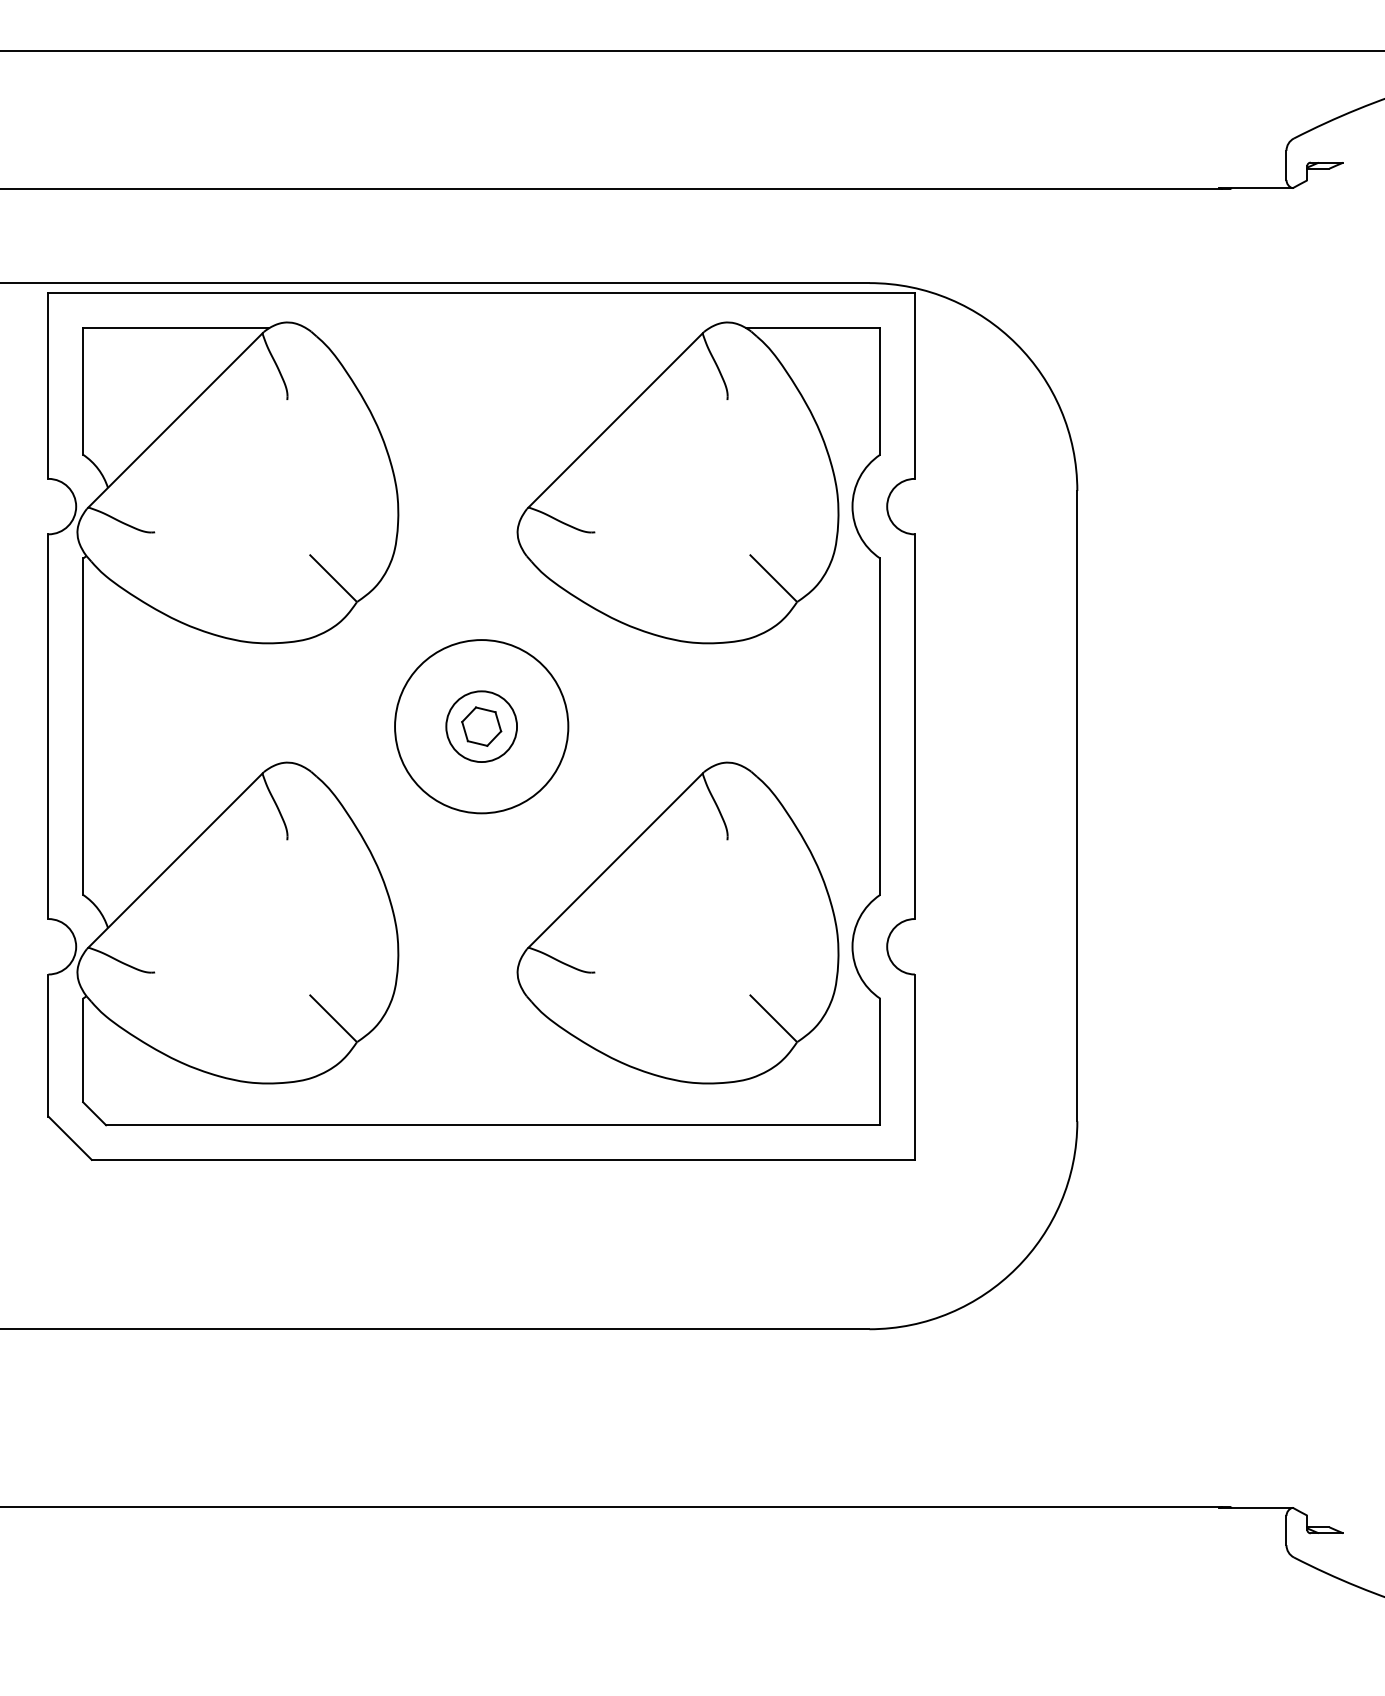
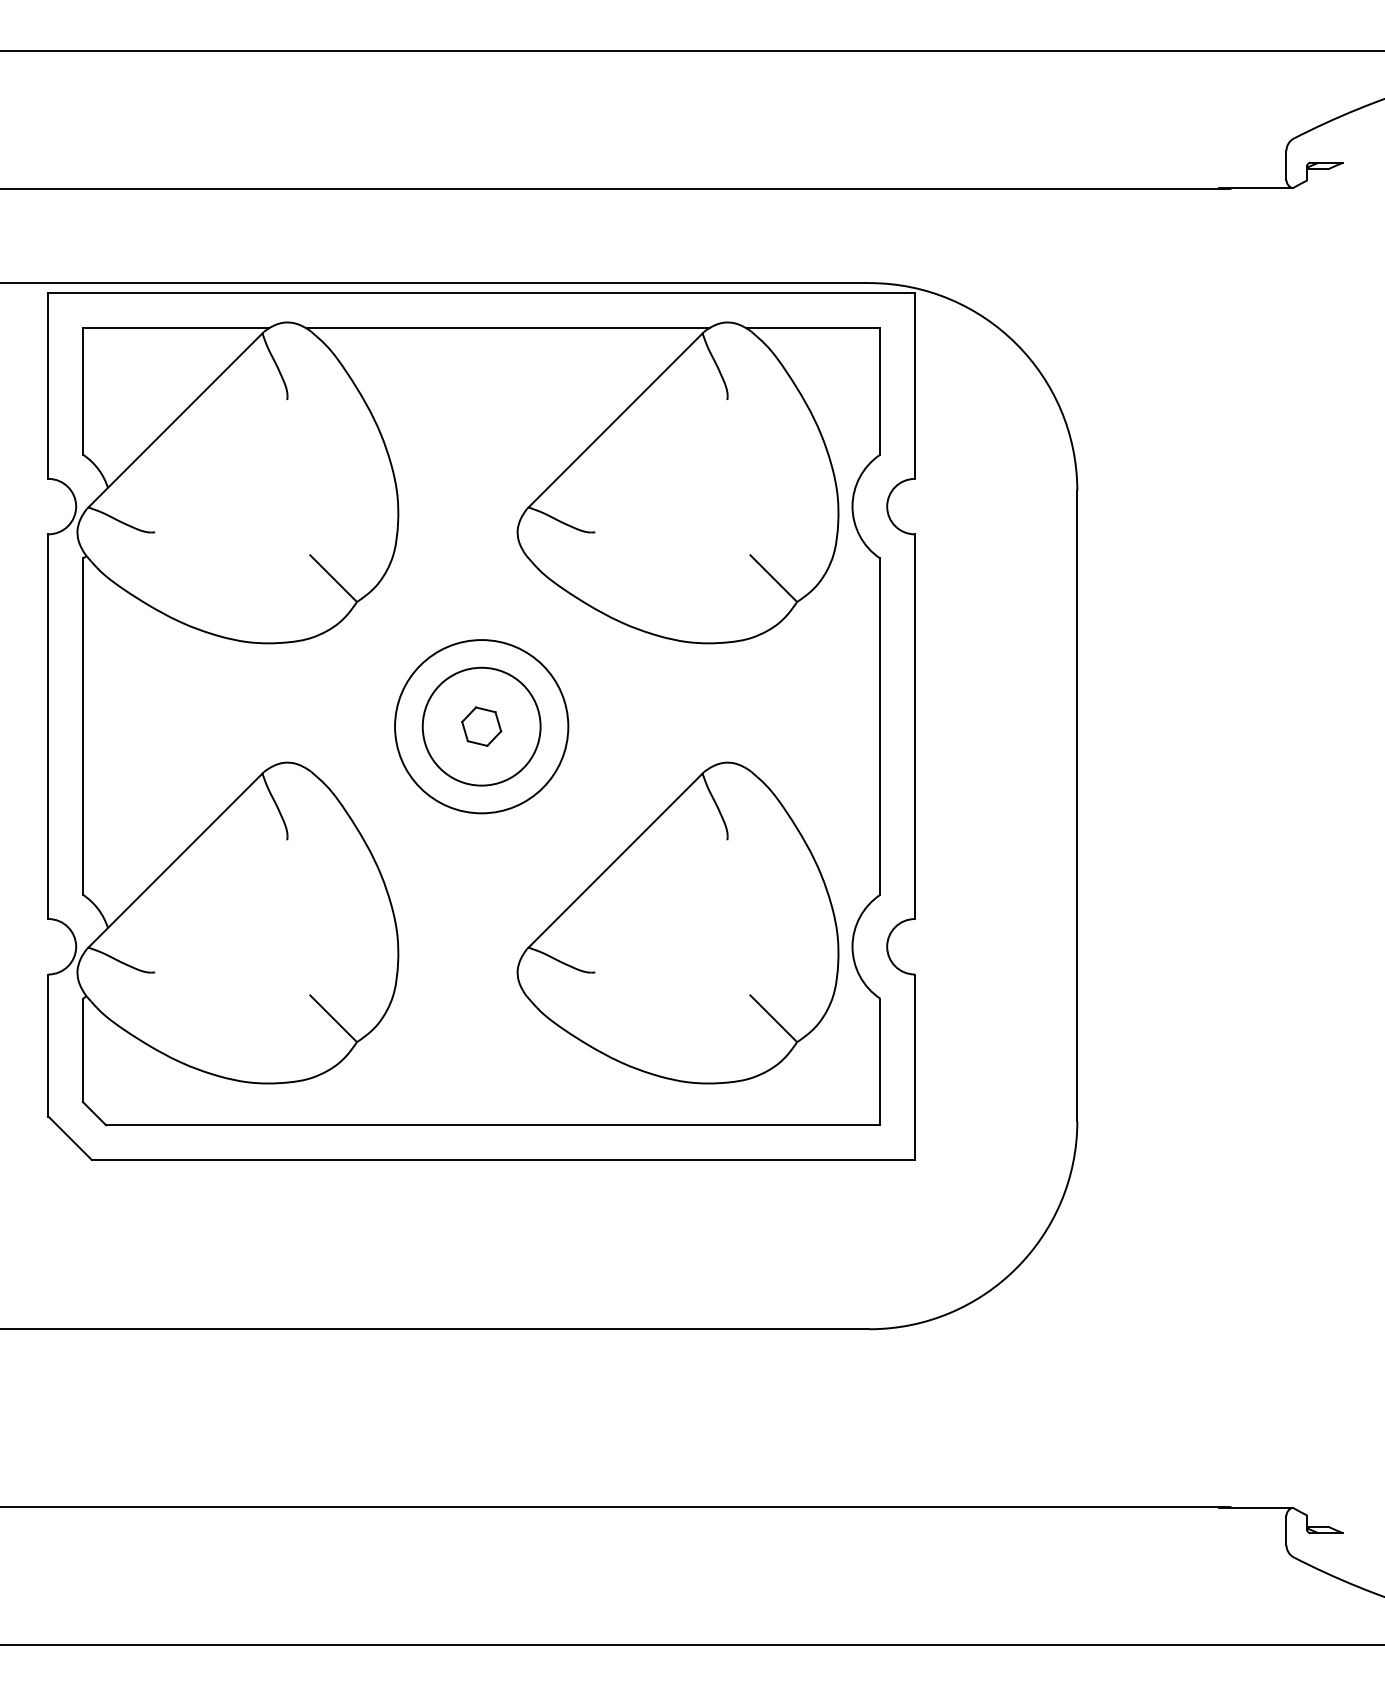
line at (507, 328): none -> present
circle at (481, 726) diameter: 71 px -> 118 px
line at (691, 1645): none -> present
